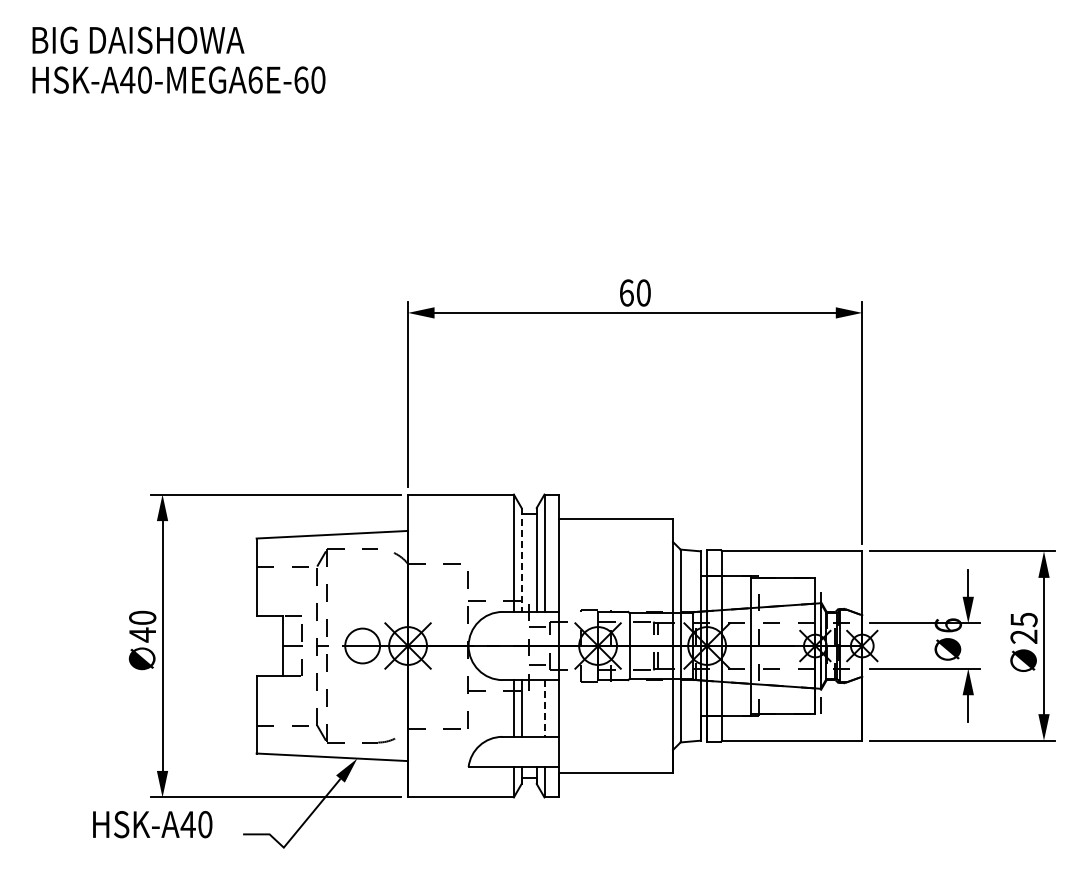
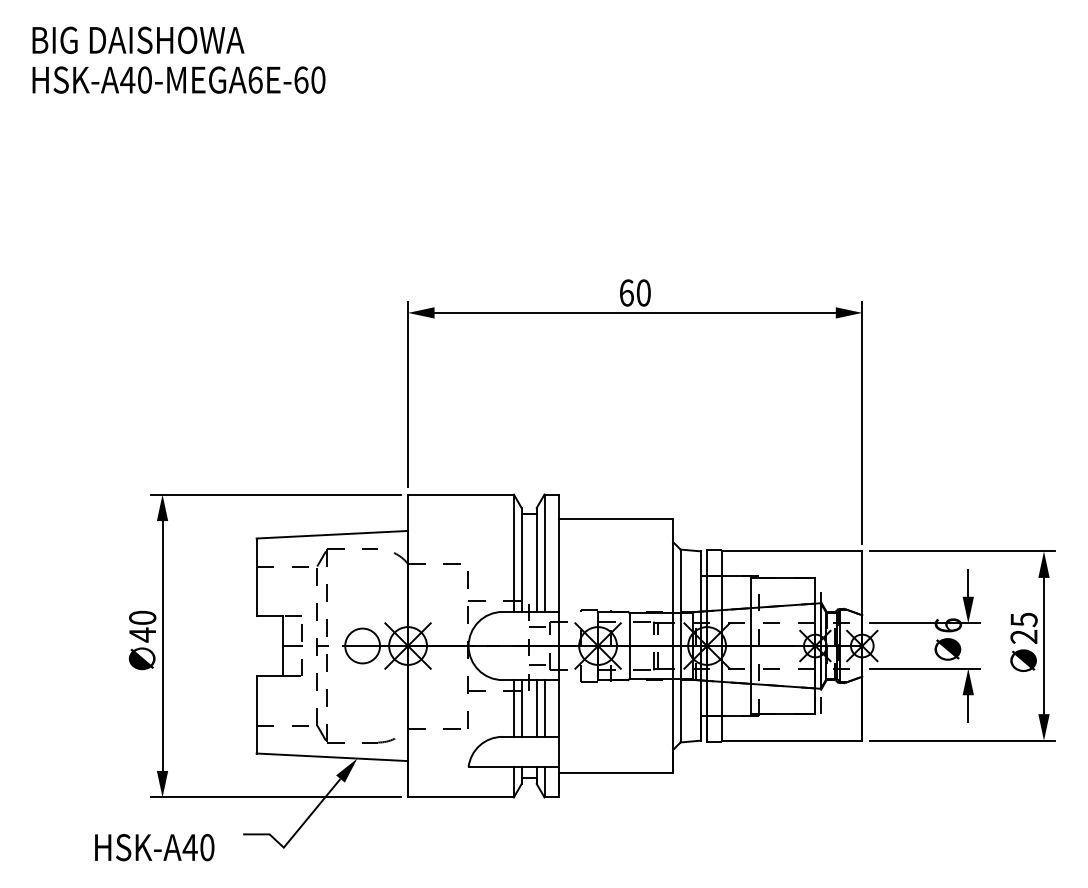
line at (521, 559): dashed -> solid
line at (536, 708): none -> present
line at (544, 708): dashed -> solid
text at (152, 824) position: (152, 824) -> (154, 847)
